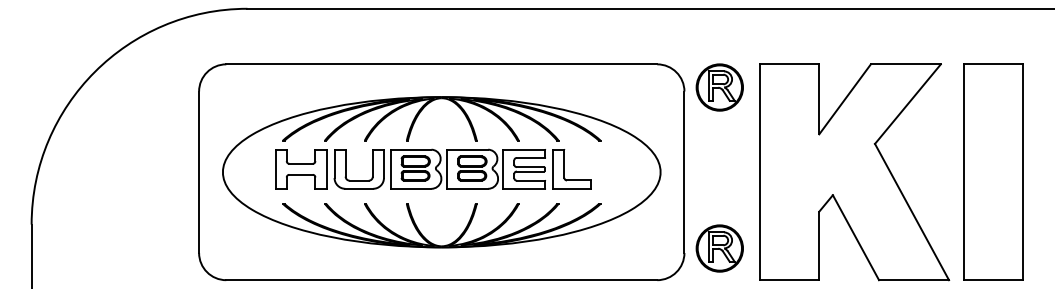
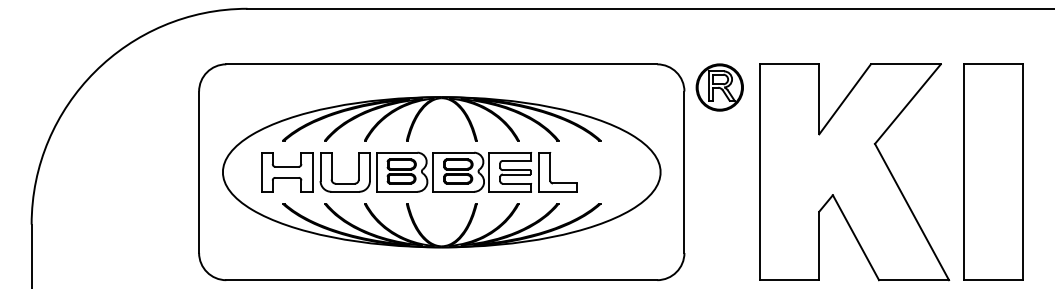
part at (433, 168) position: (433, 168) -> (419, 171)
part at (719, 248): present -> none
